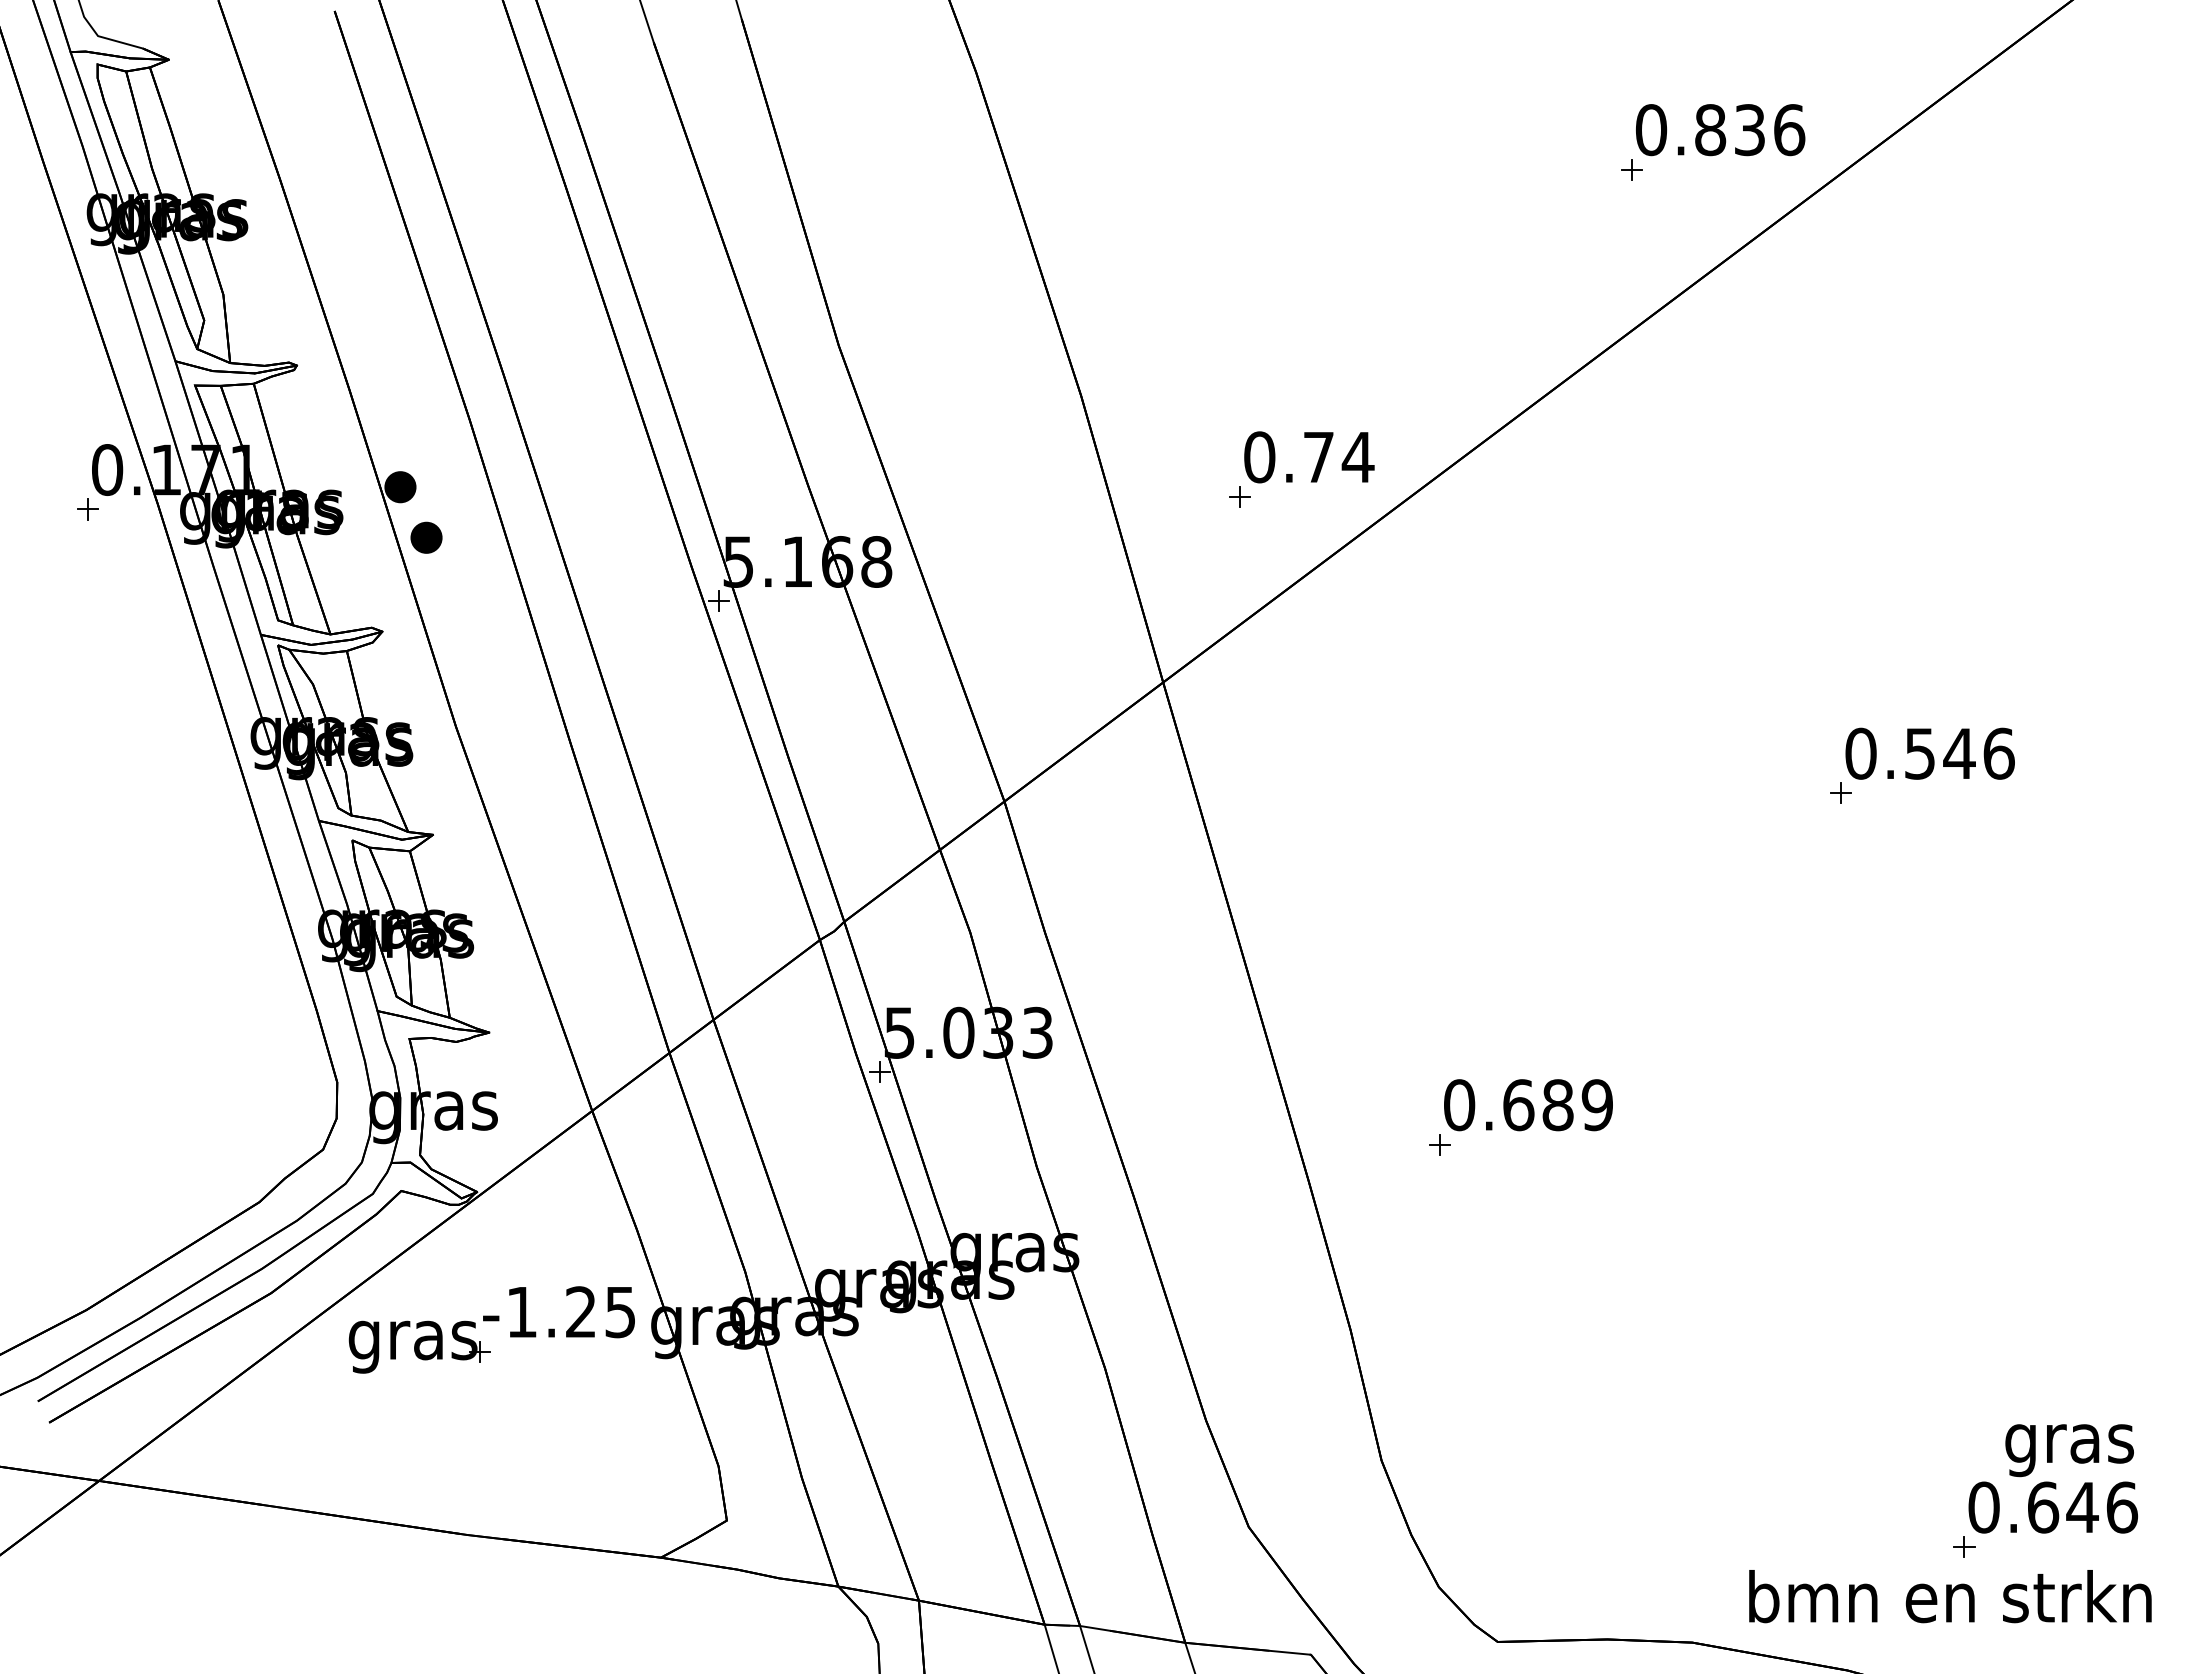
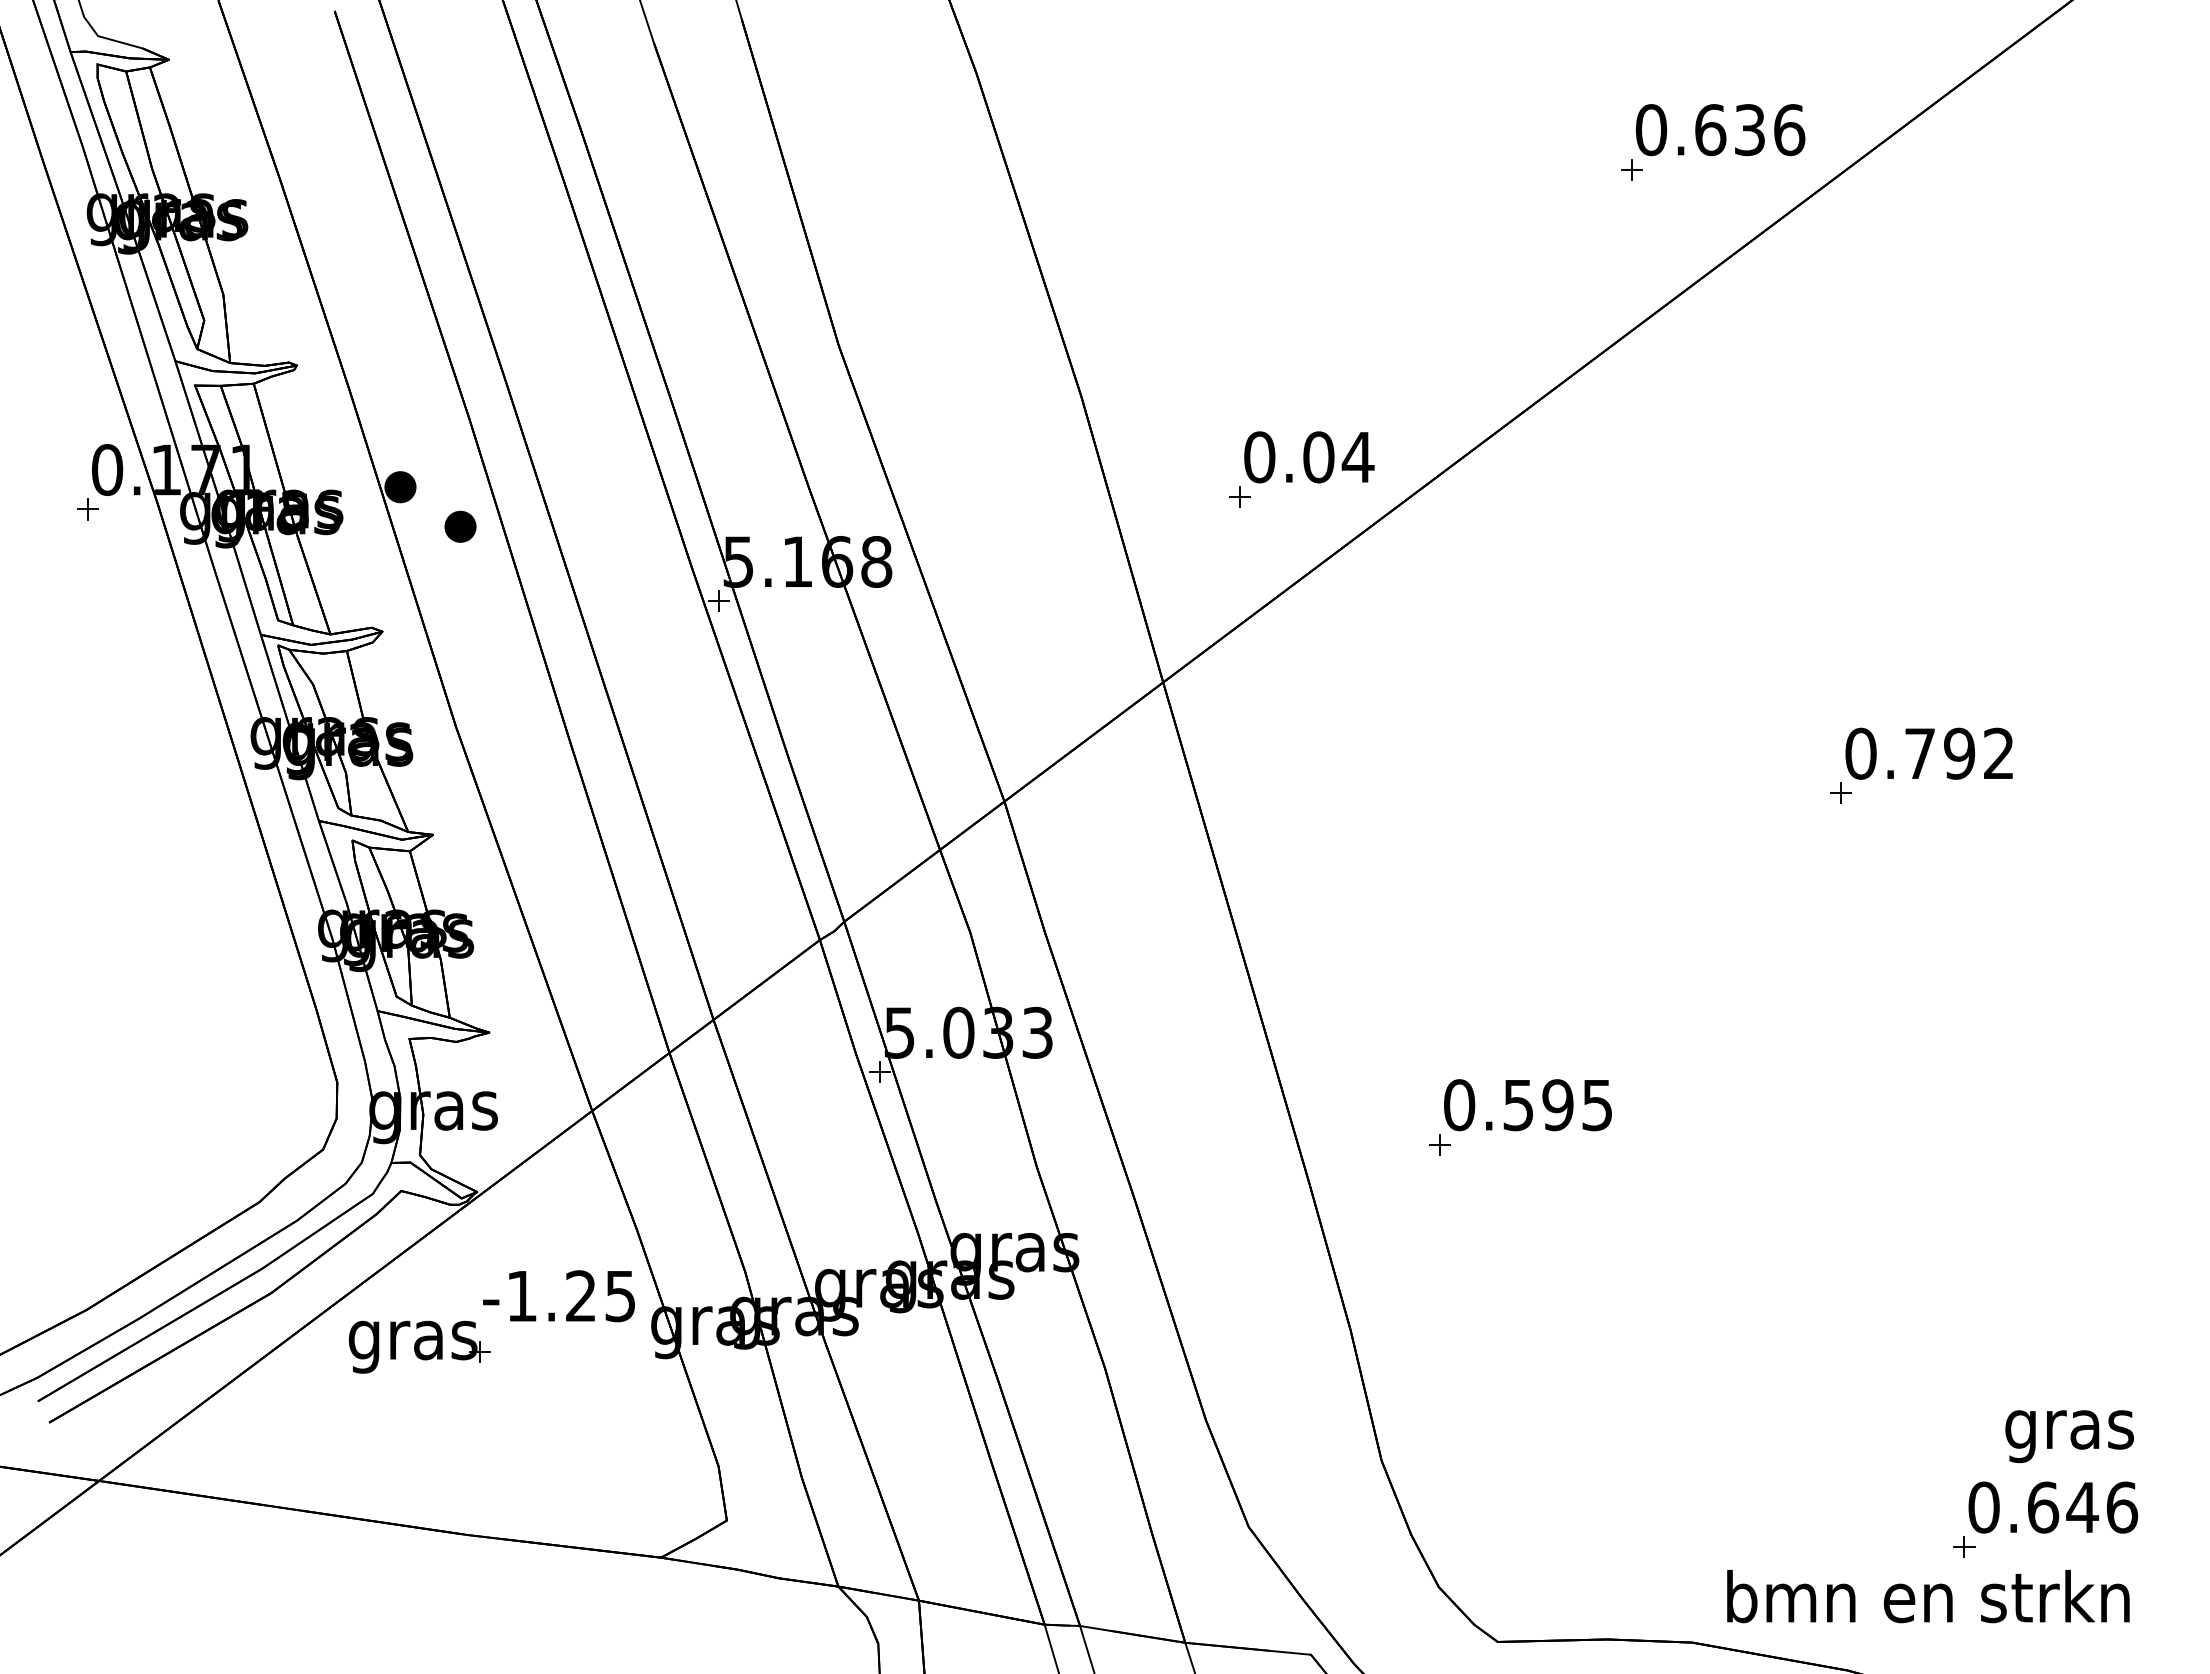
text at (1710, 129): 0.836 -> 0.636
text at (1318, 457): 0.74 -> 0.04
part at (426, 537) position: (426, 537) -> (460, 526)
text at (1959, 753): 0.546 -> 0.792
text at (1557, 1105): 0.689 -> 0.595
text at (558, 1312) position: (558, 1312) -> (558, 1296)
text at (2069, 1450) position: (2069, 1450) -> (2069, 1436)
text at (1950, 1596) position: (1950, 1596) -> (1928, 1596)
